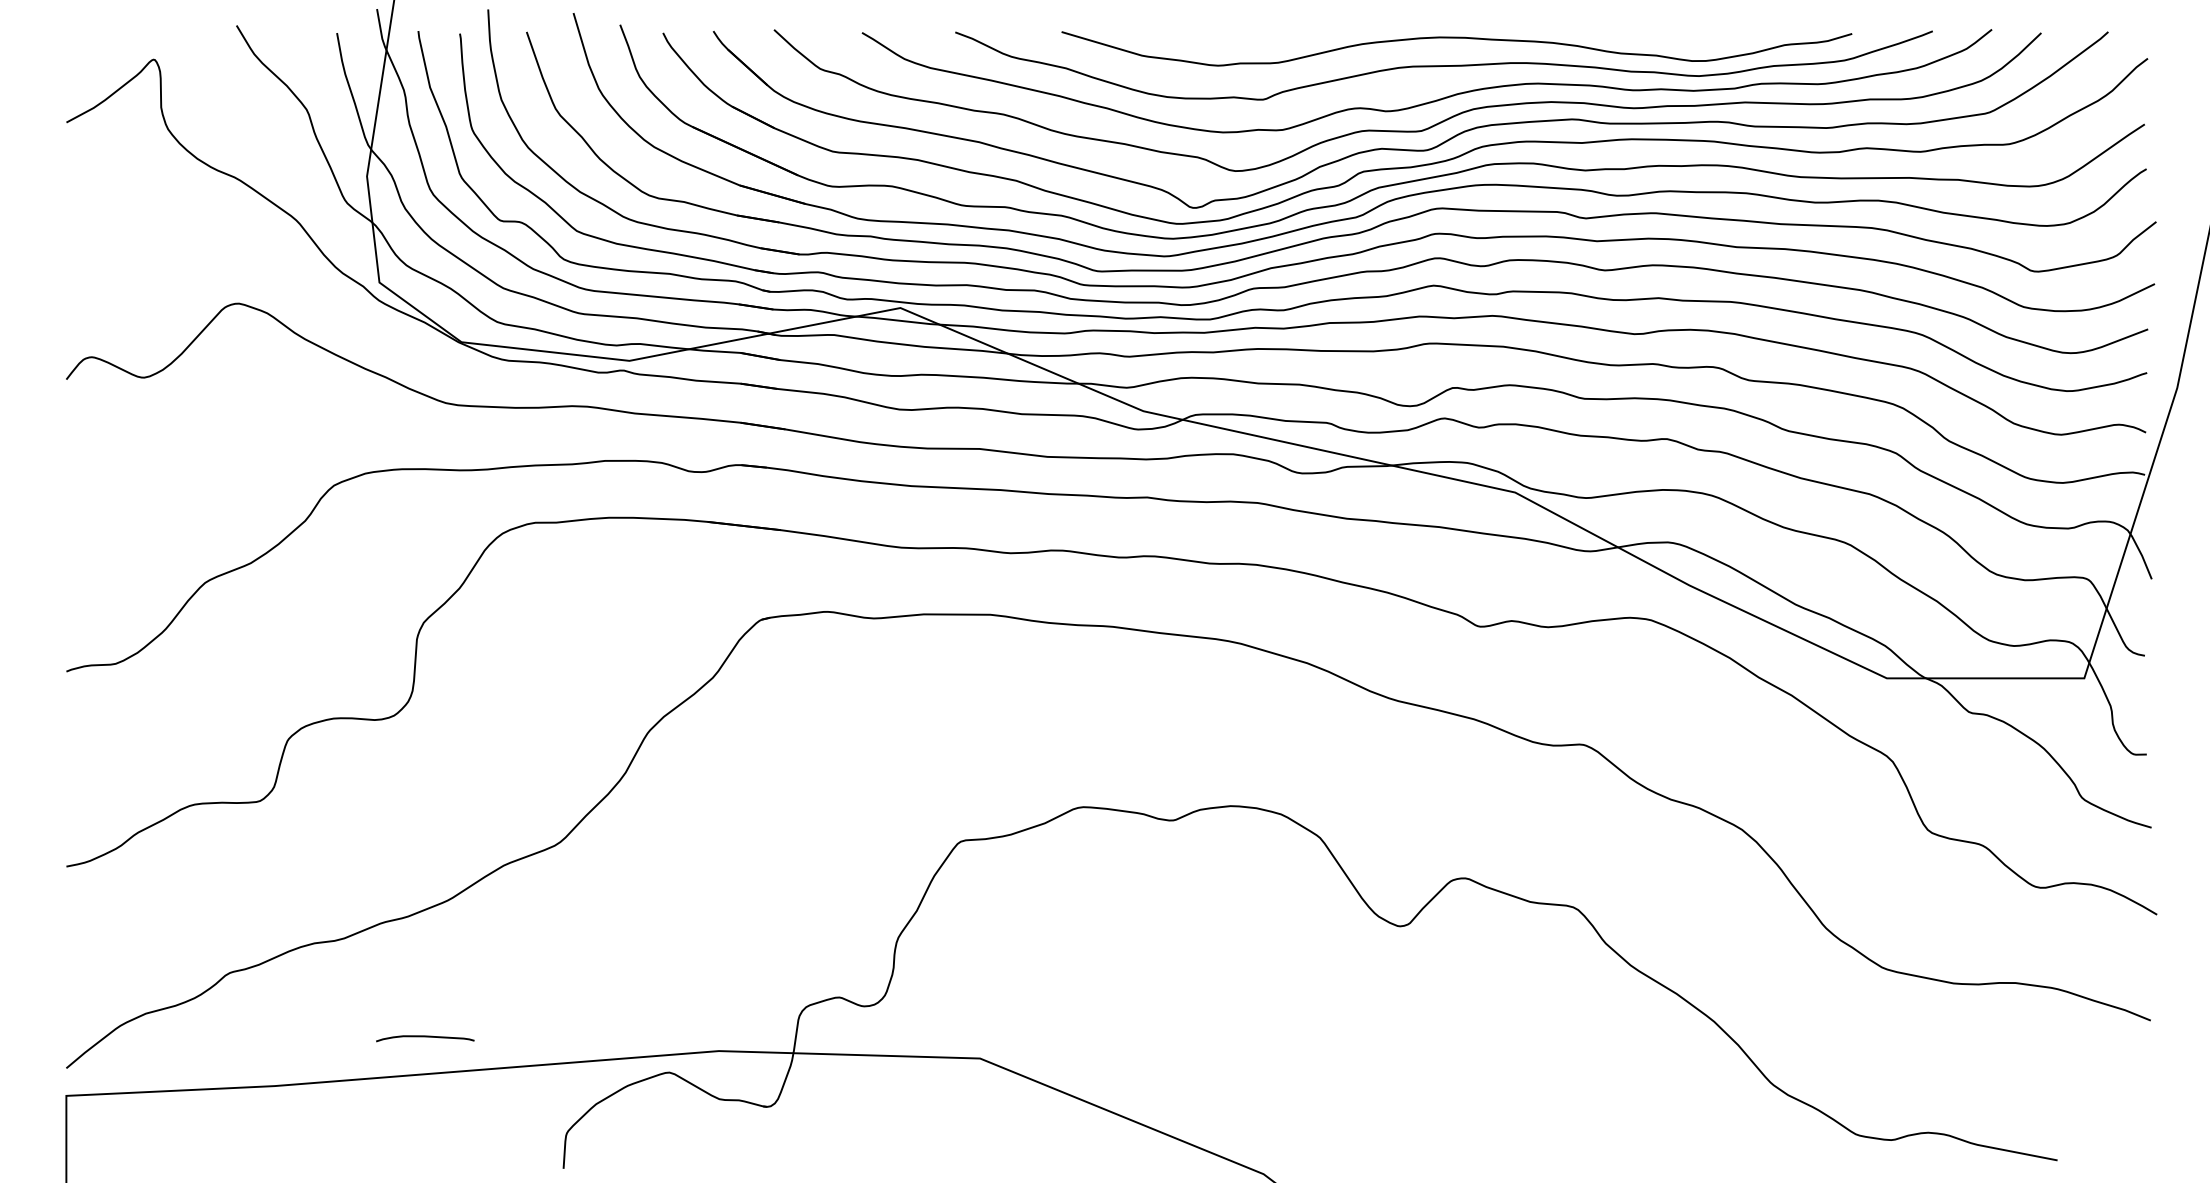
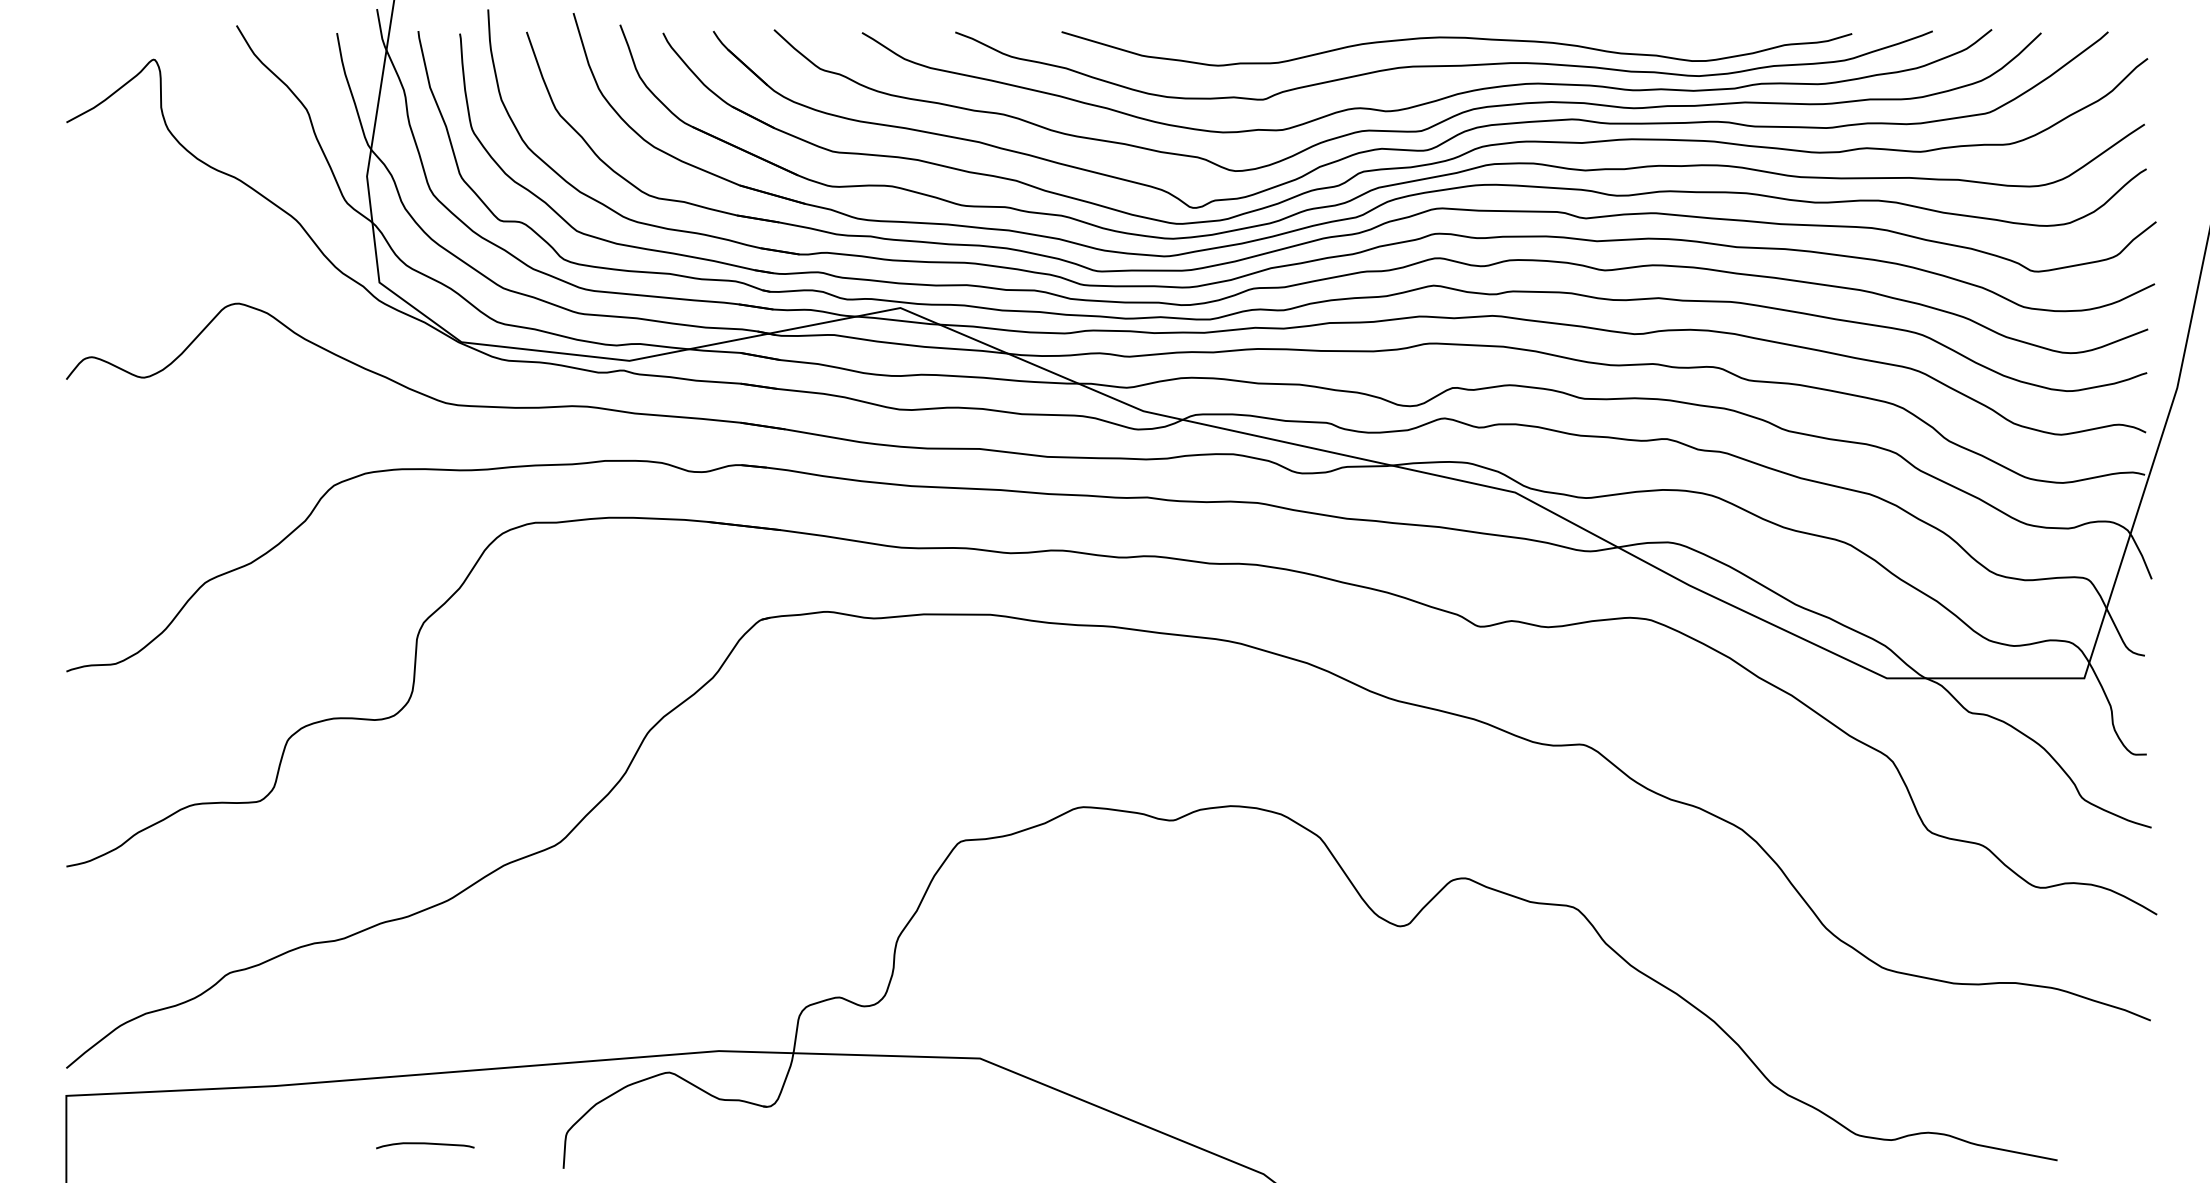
curve at (425, 1037) position: (425, 1037) -> (425, 1144)
